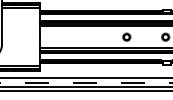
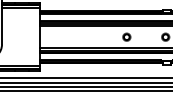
line at (86, 82): dashed -> solid
